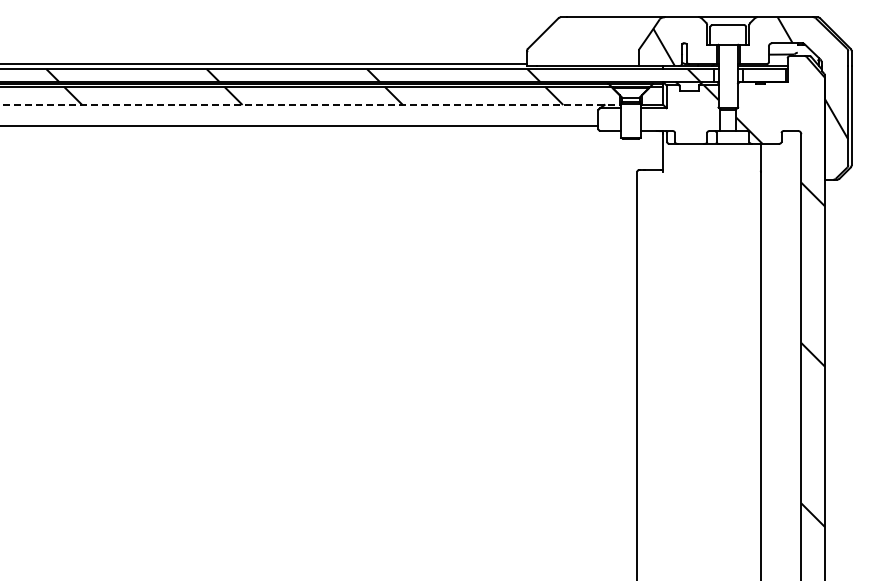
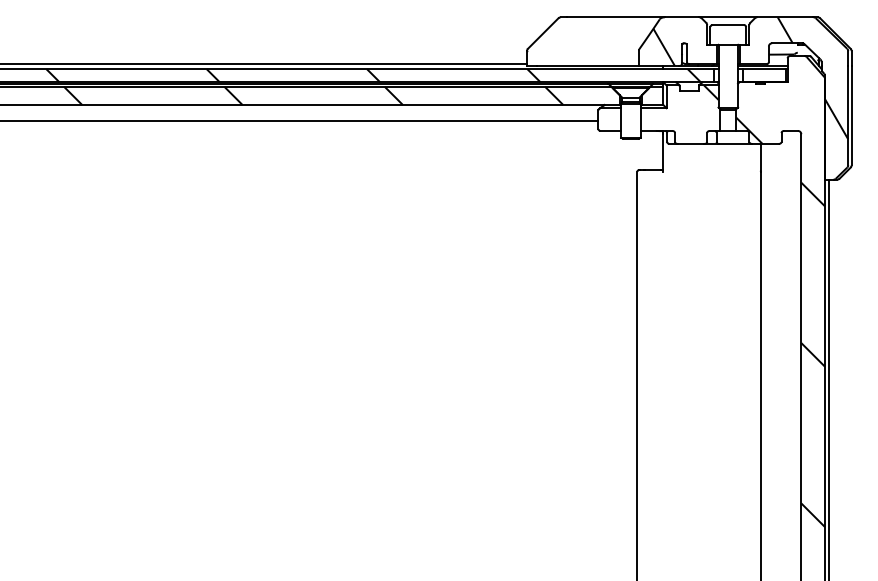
line at (310, 104): dashed -> solid
line at (300, 126) position: (300, 126) -> (300, 121)
line at (828, 378): none -> present
